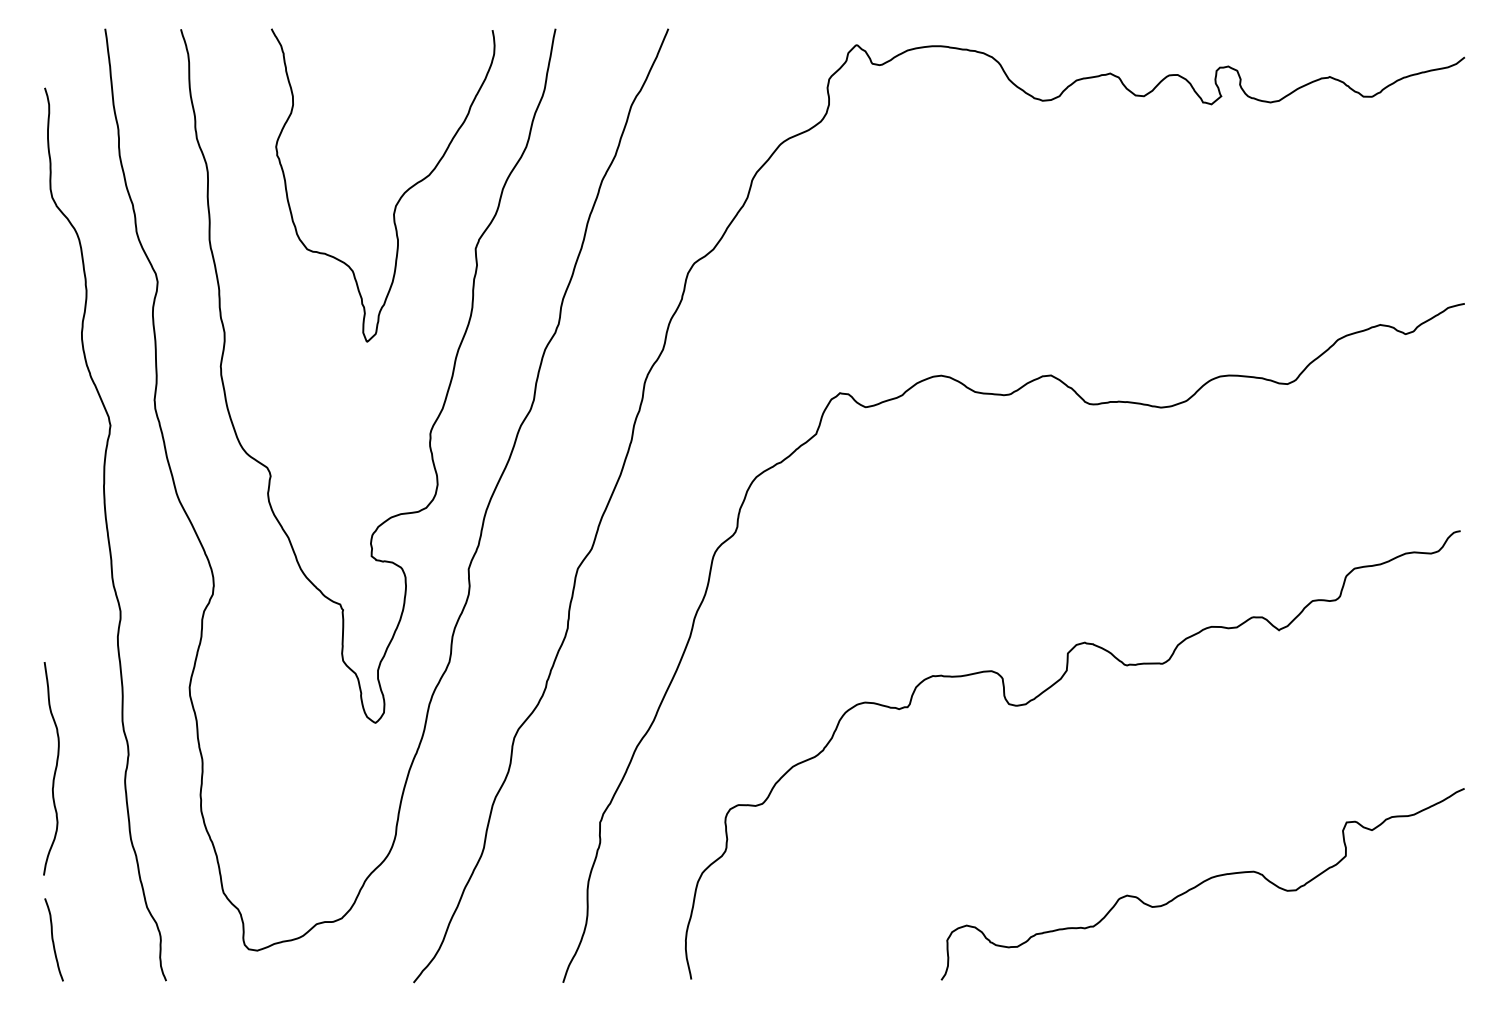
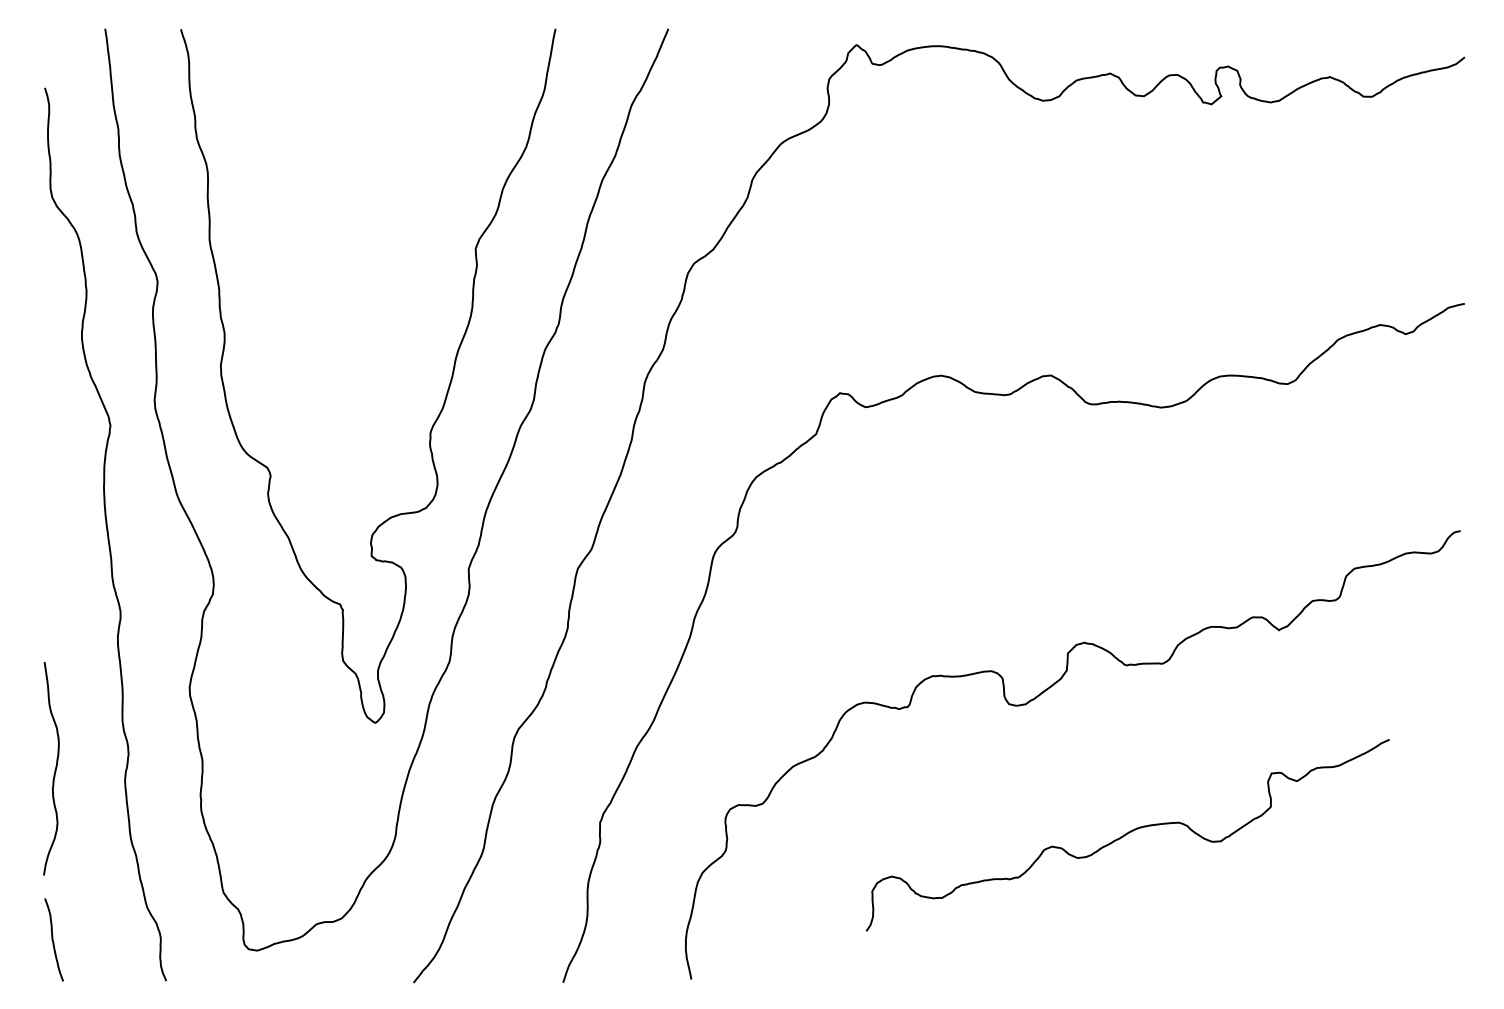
curve at (400, 196): present -> none
curve at (1202, 883) position: (1202, 883) -> (1127, 834)
